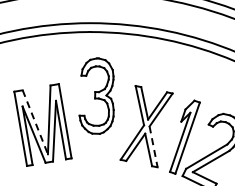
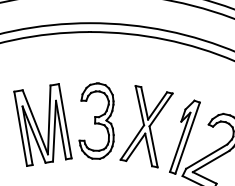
part at (96, 95) position: (96, 95) -> (96, 120)
line at (35, 122): dashed -> solid
line at (153, 146): dashed -> solid
